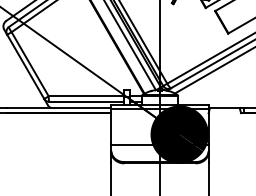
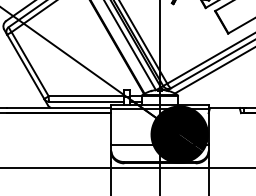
line at (127, 167): none -> present
